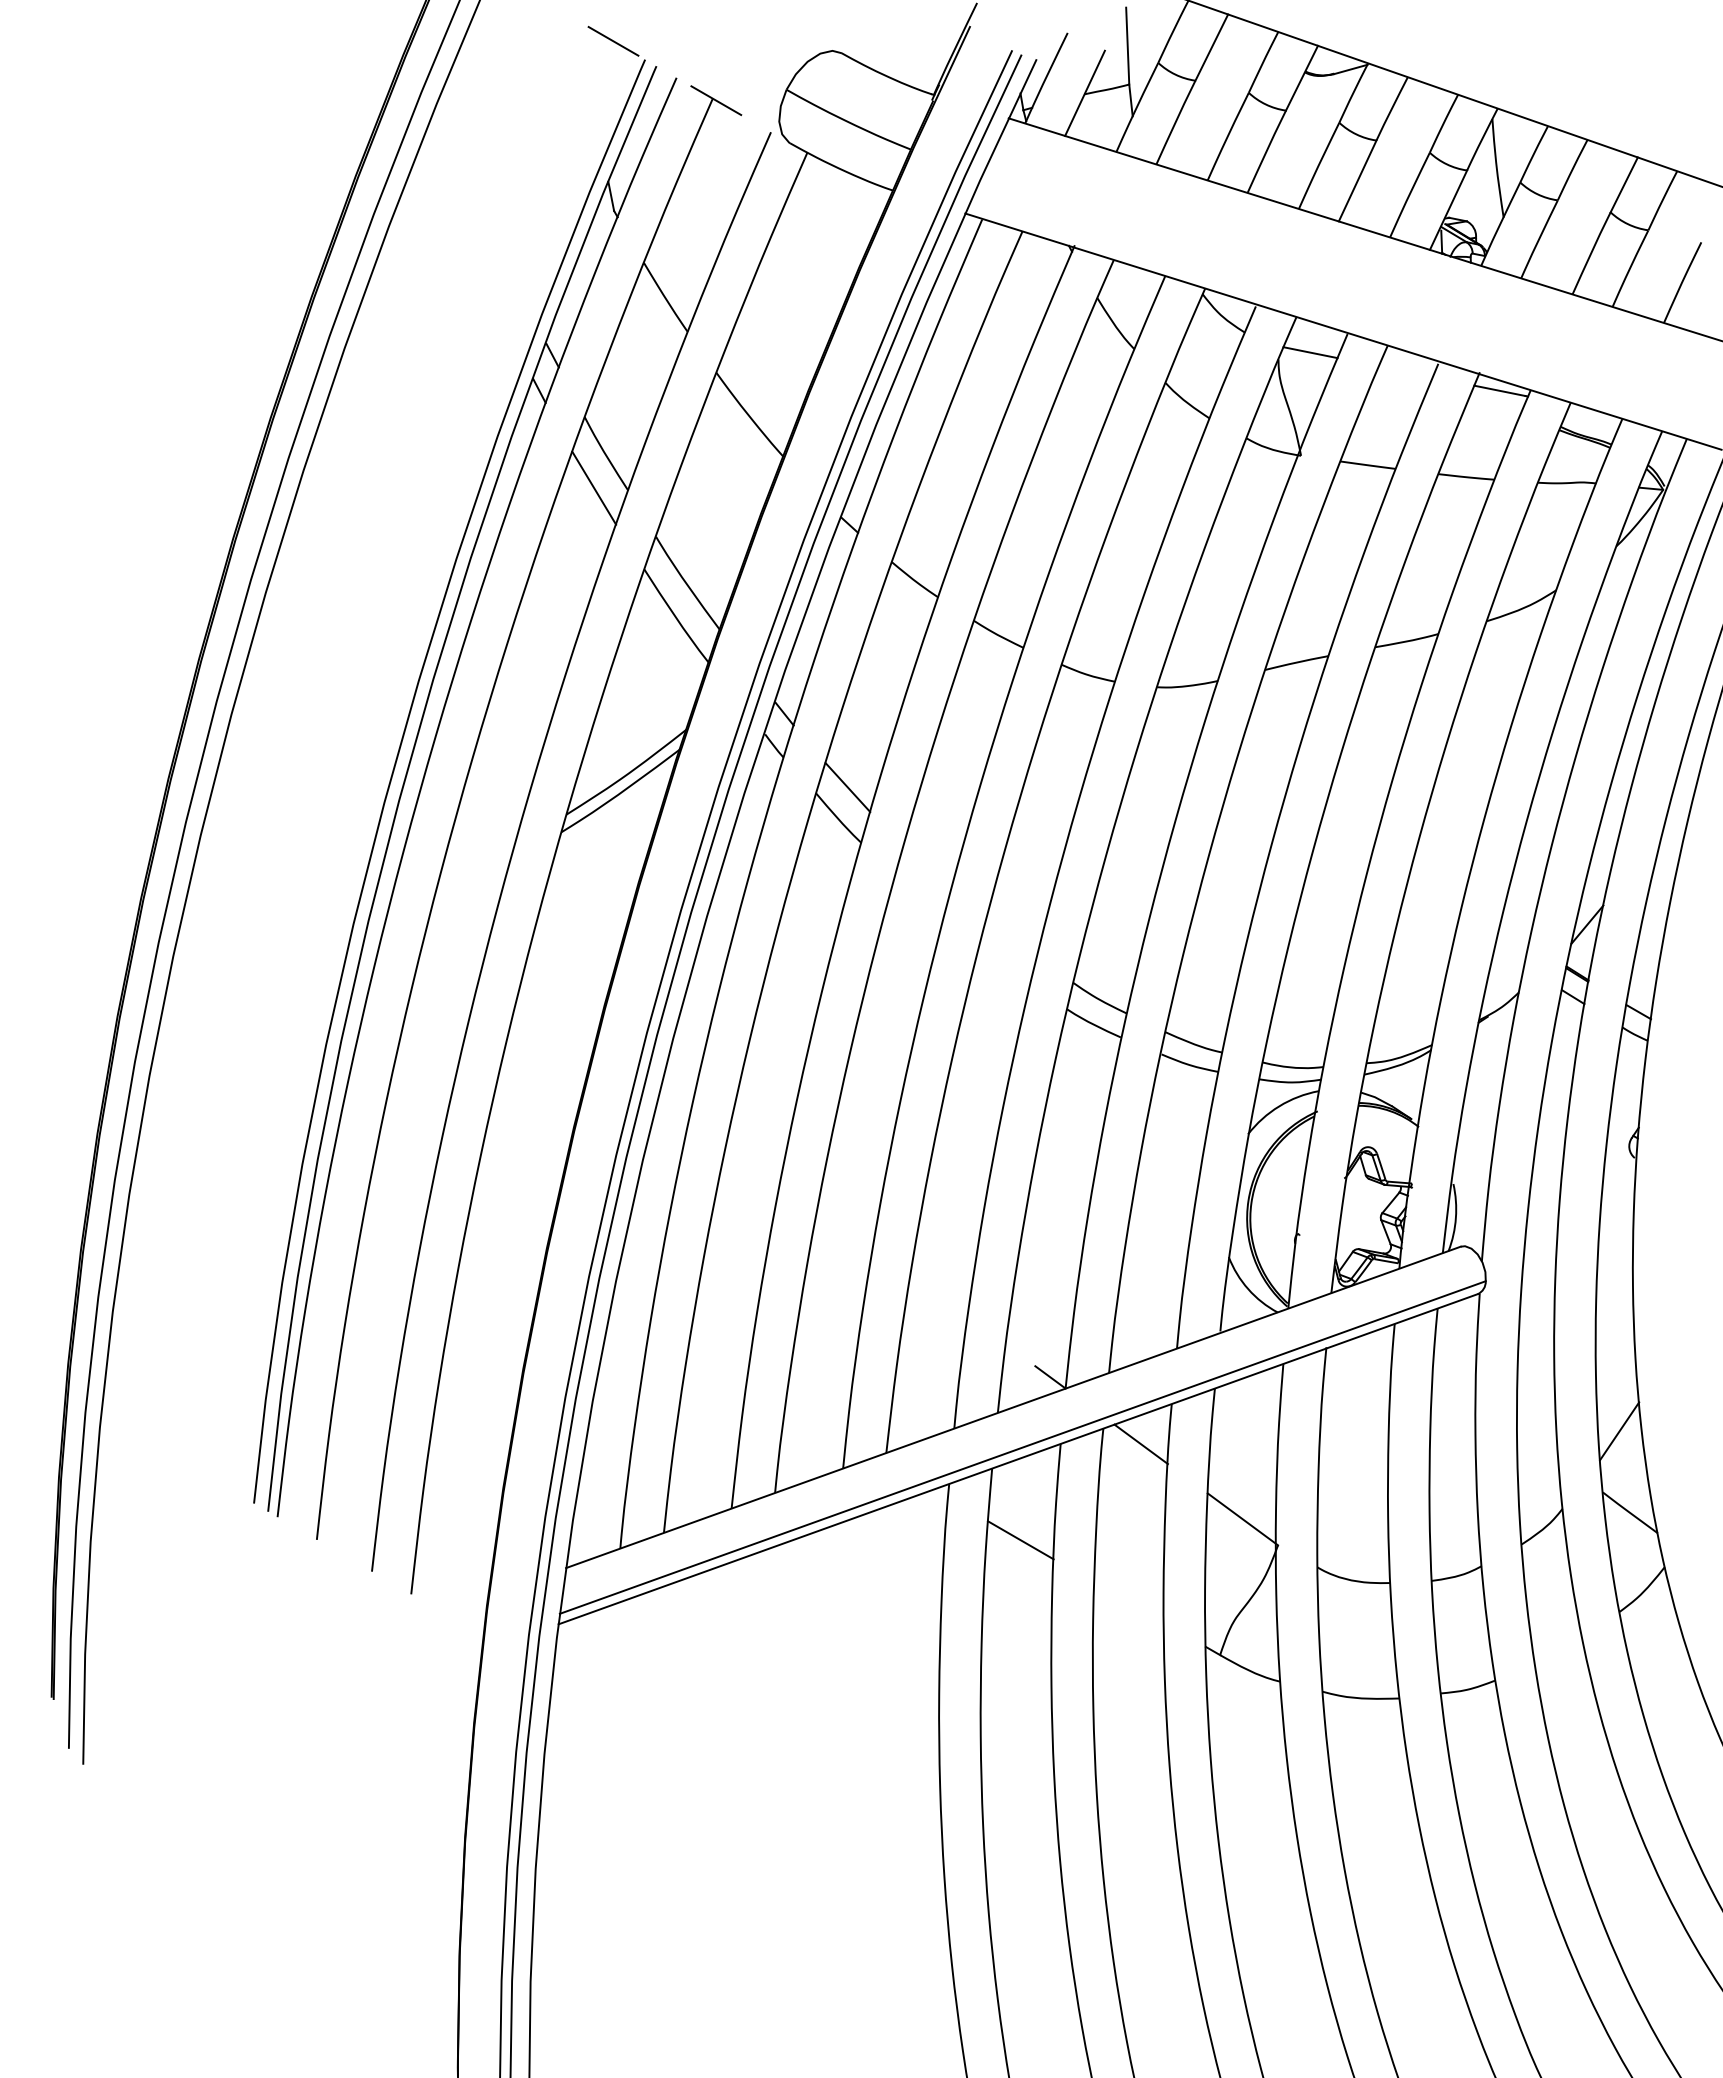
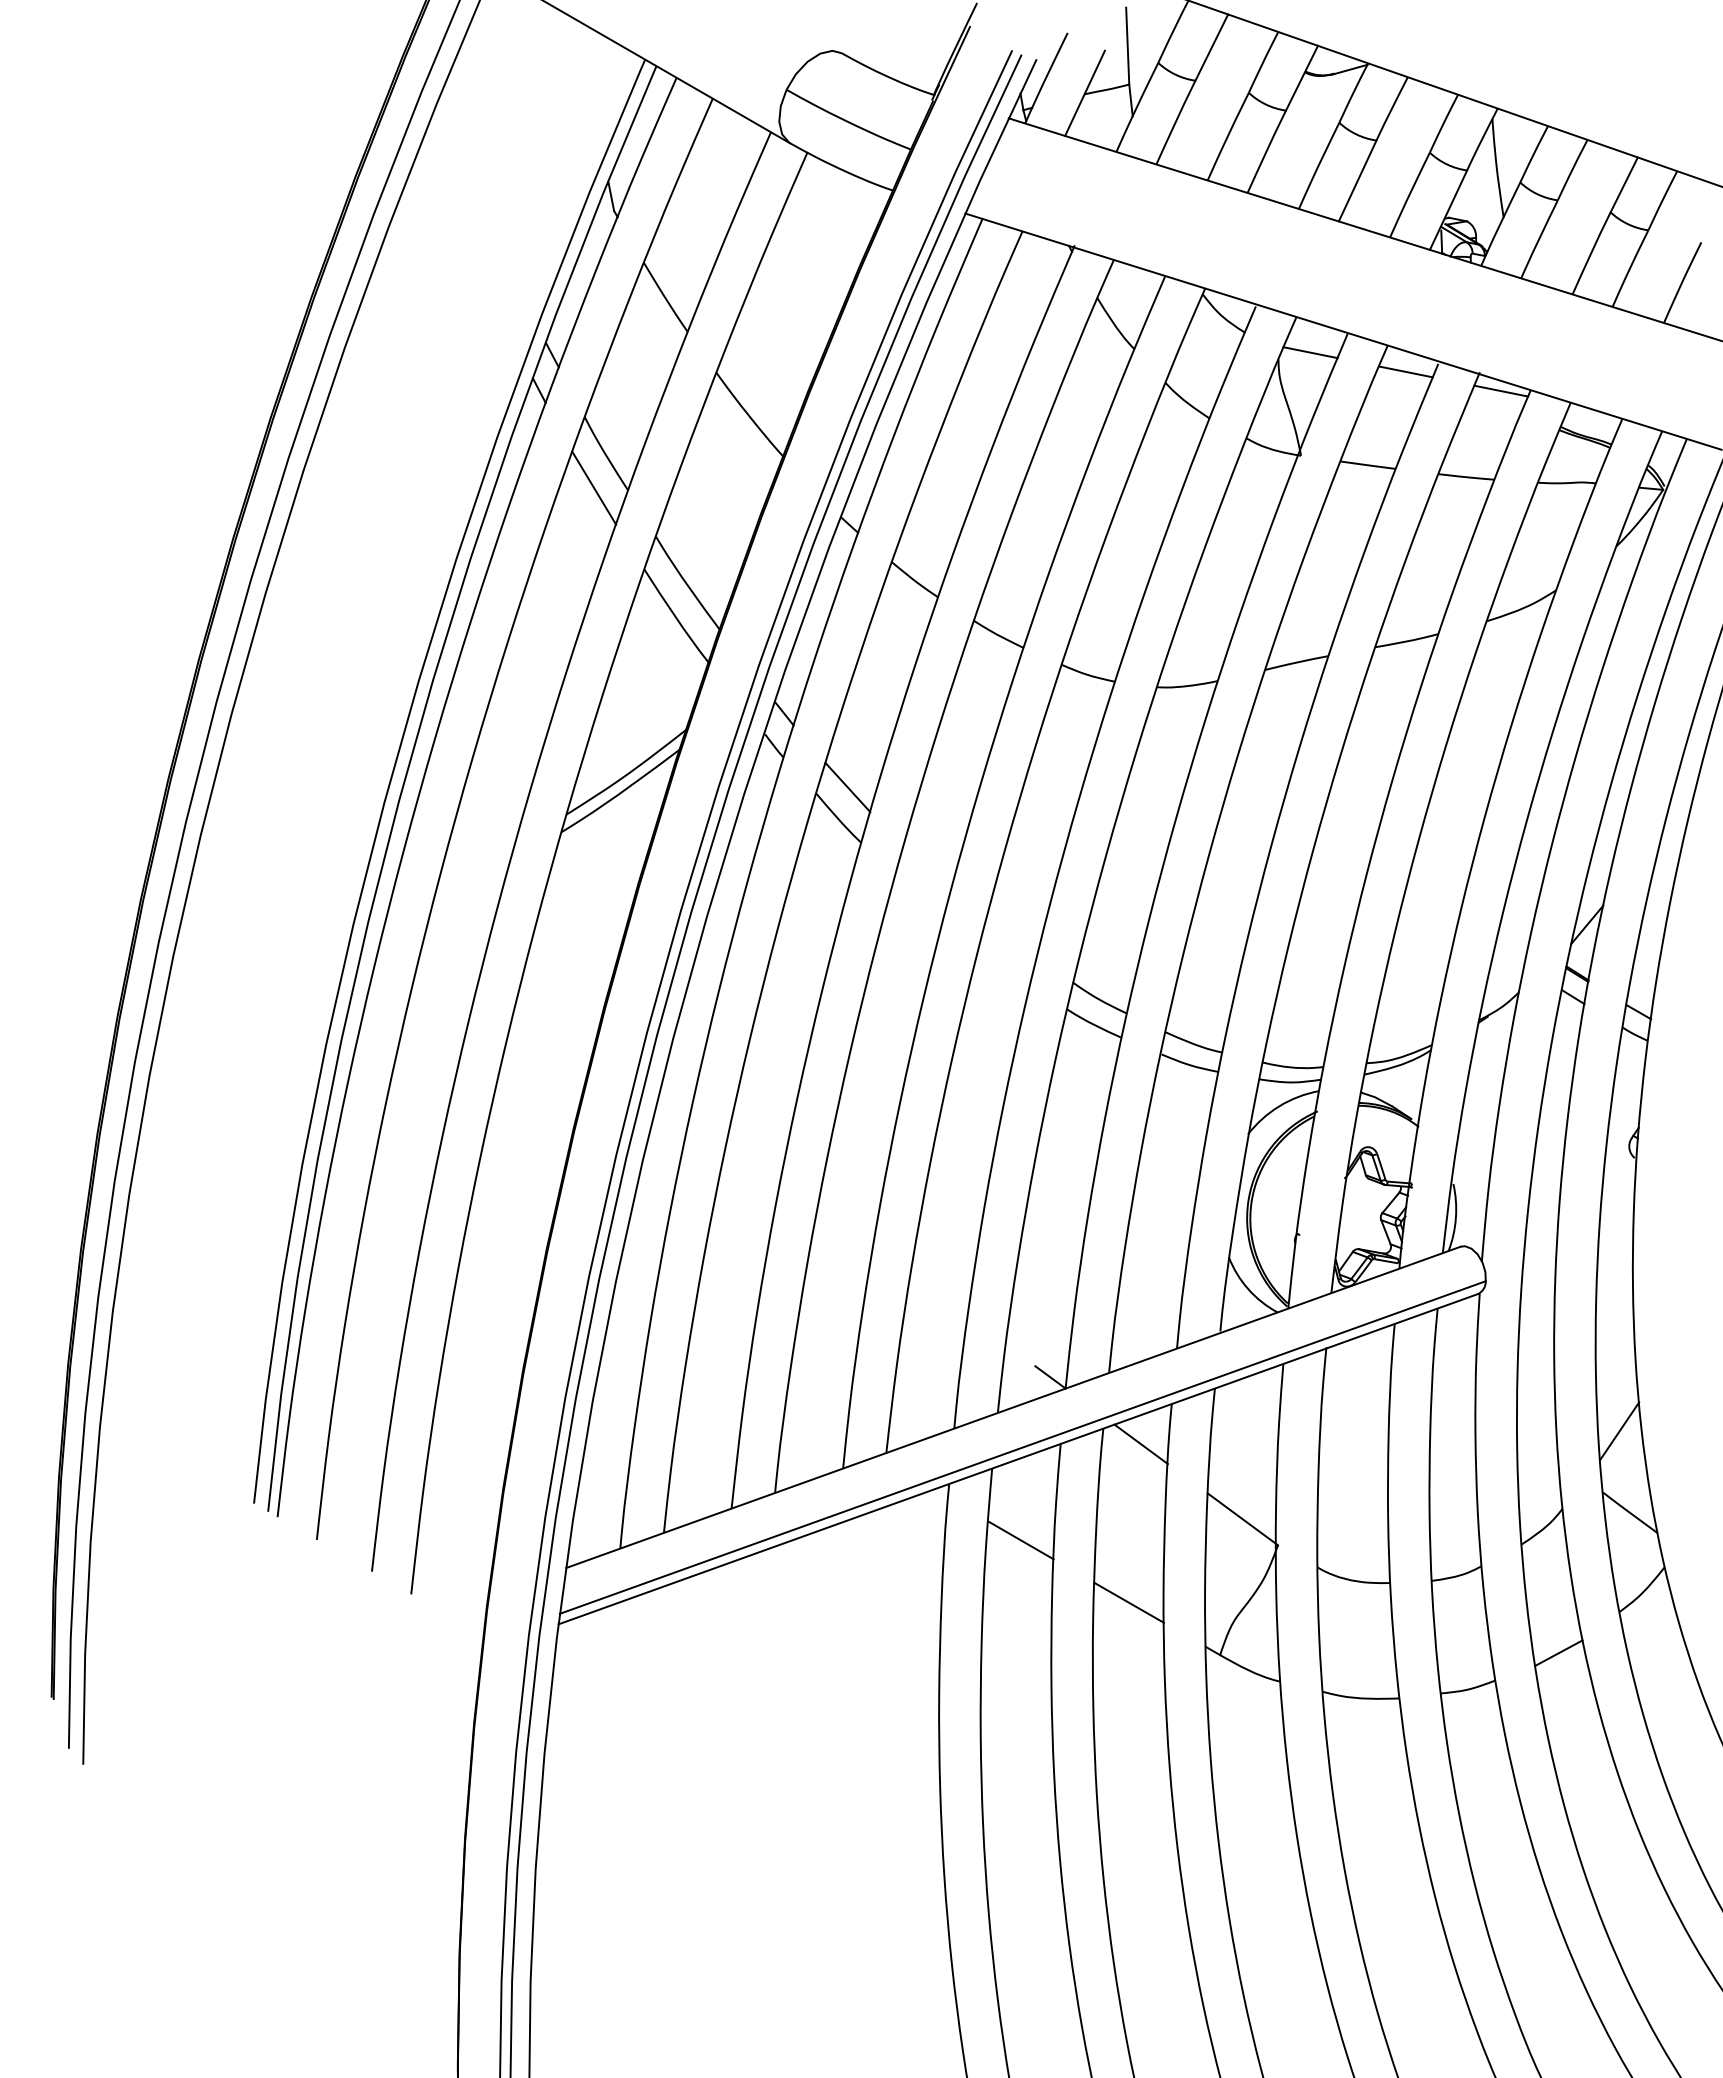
line at (666, 71): dashed -> solid
line at (1405, 371): none -> present
line at (1129, 1602): none -> present
line at (1558, 1652): none -> present
